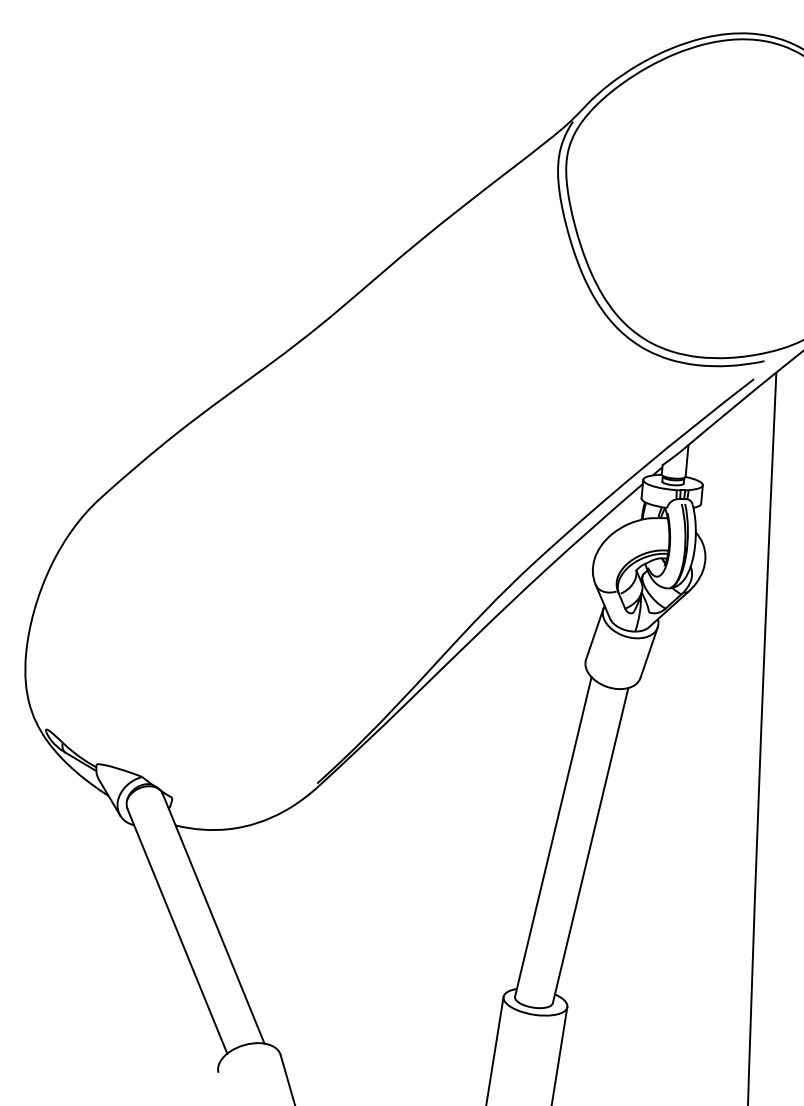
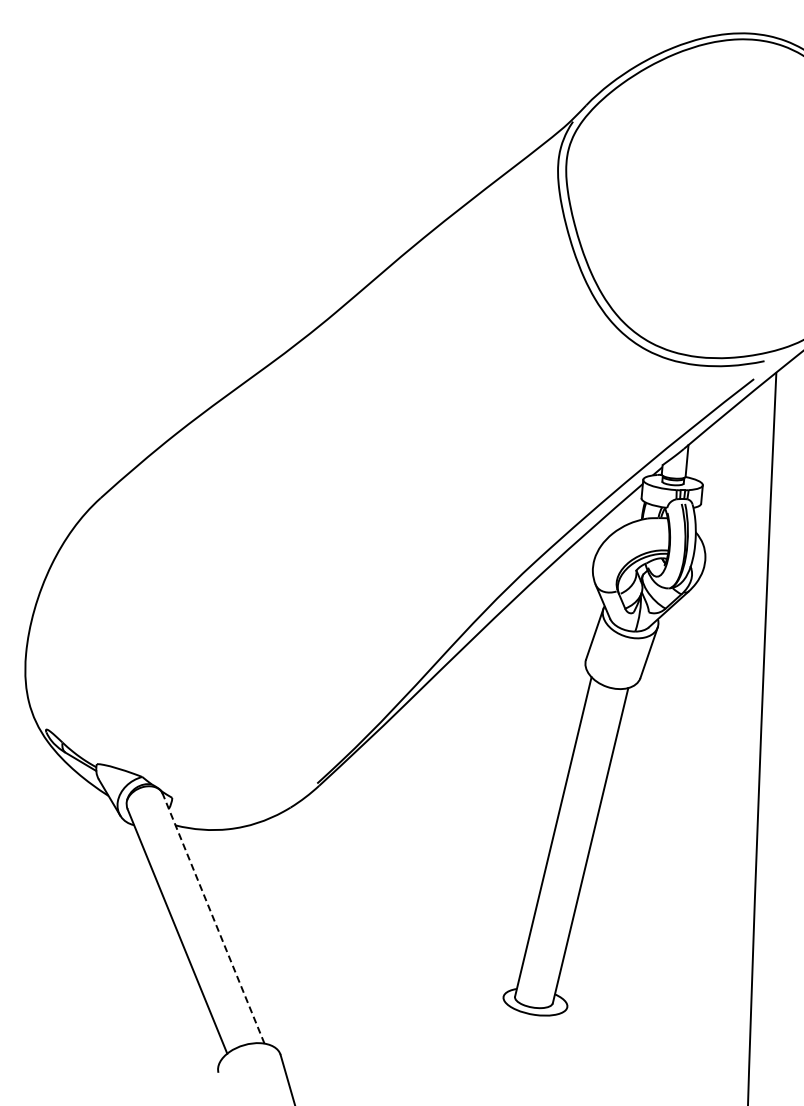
line at (213, 918): solid -> dashed
line at (494, 1049): present -> none
line at (559, 1054): present -> none
